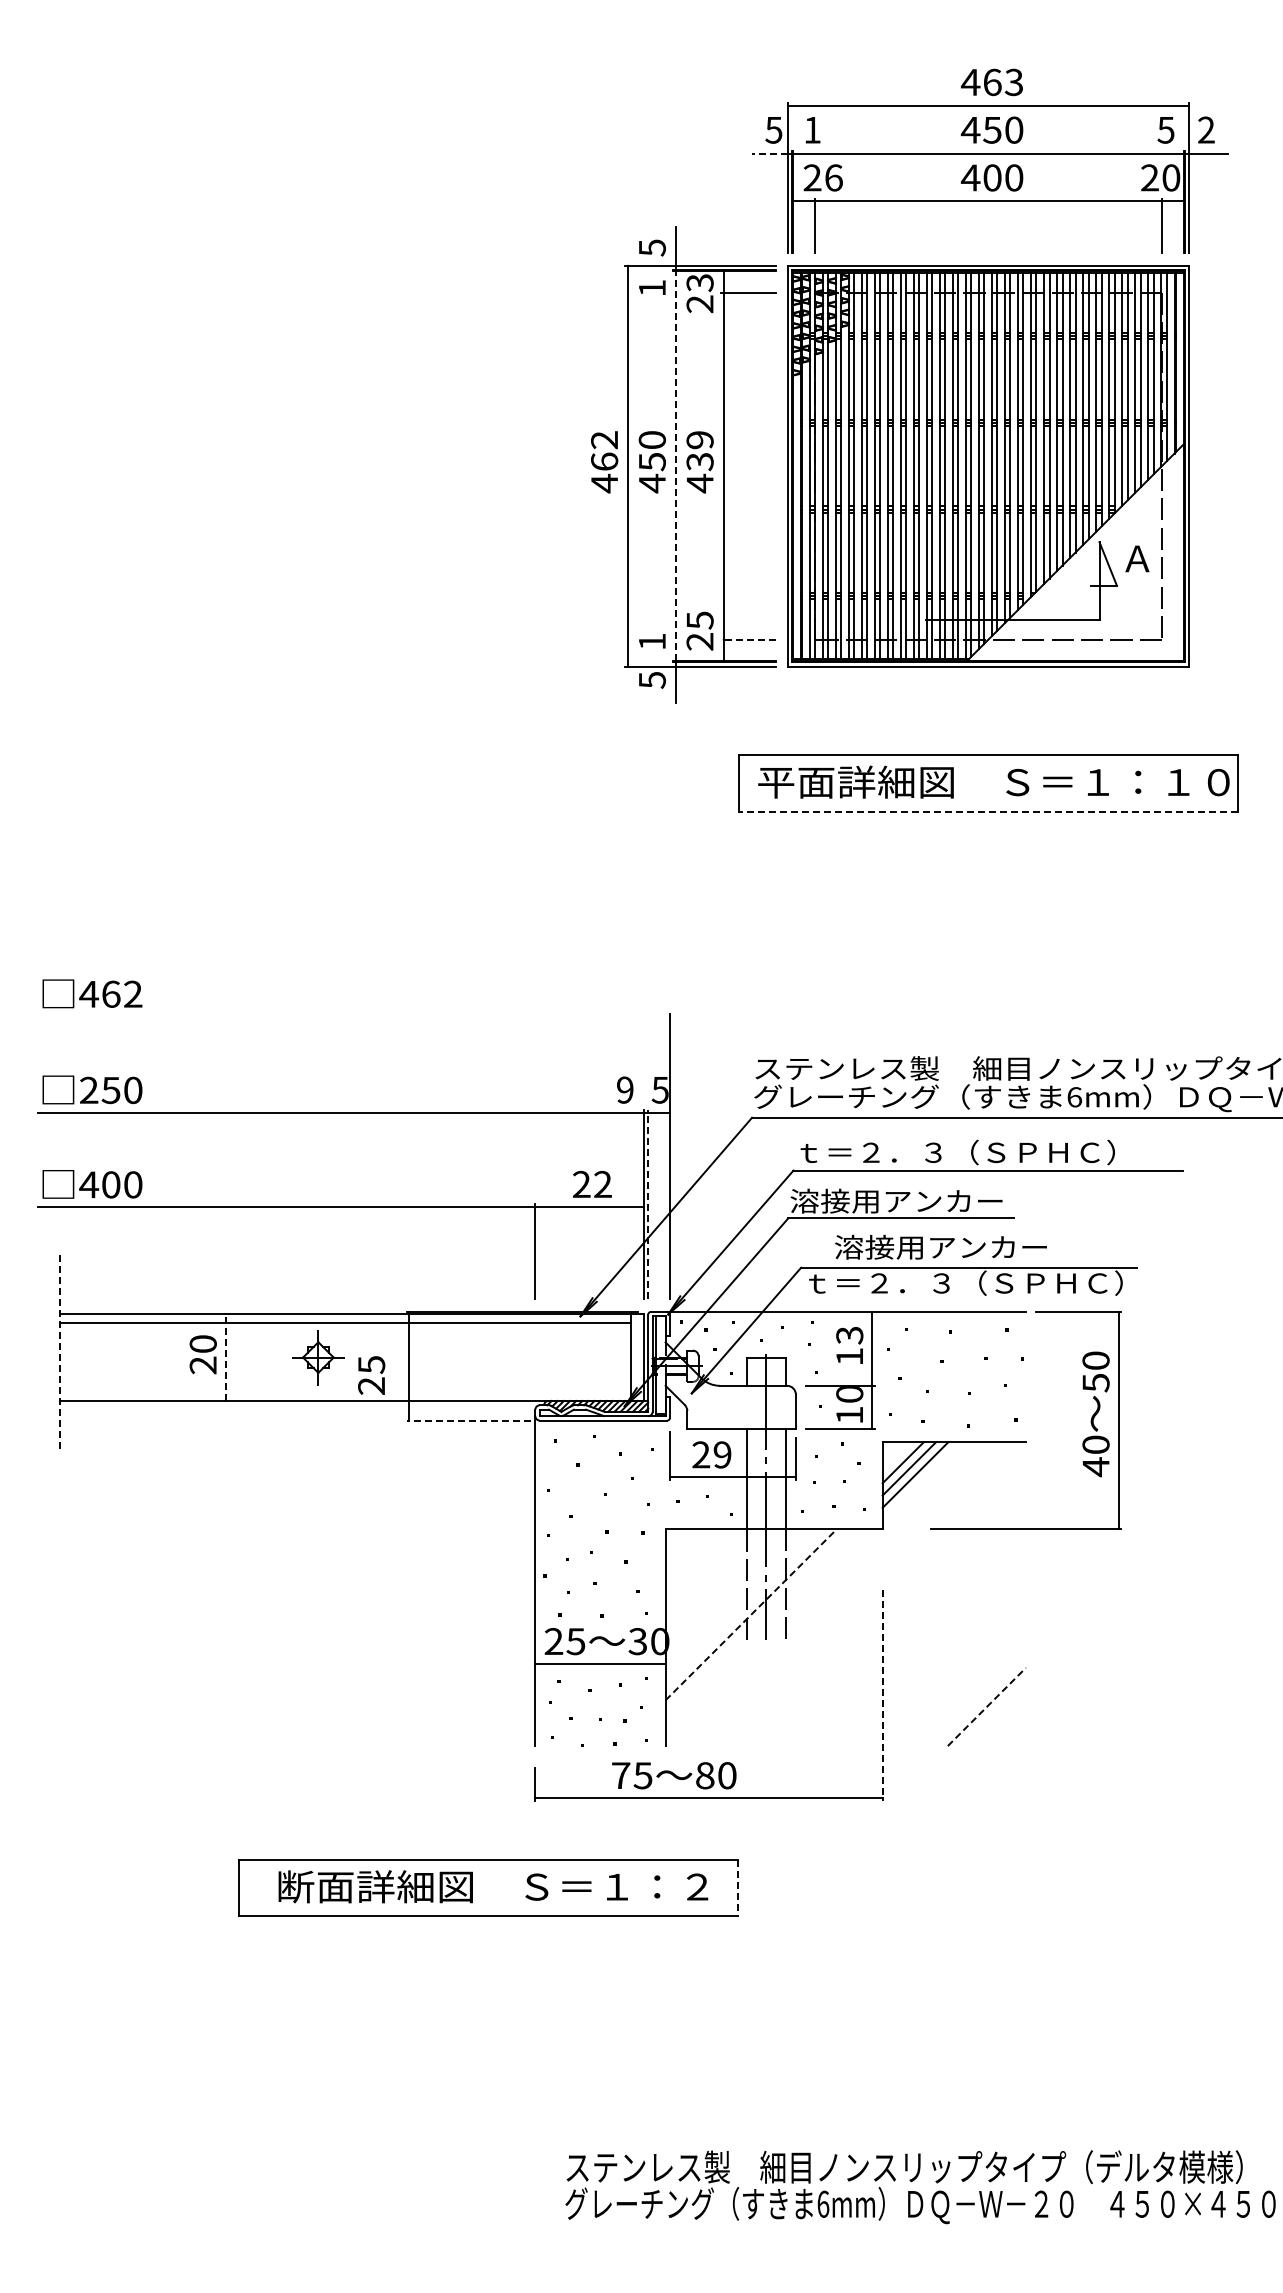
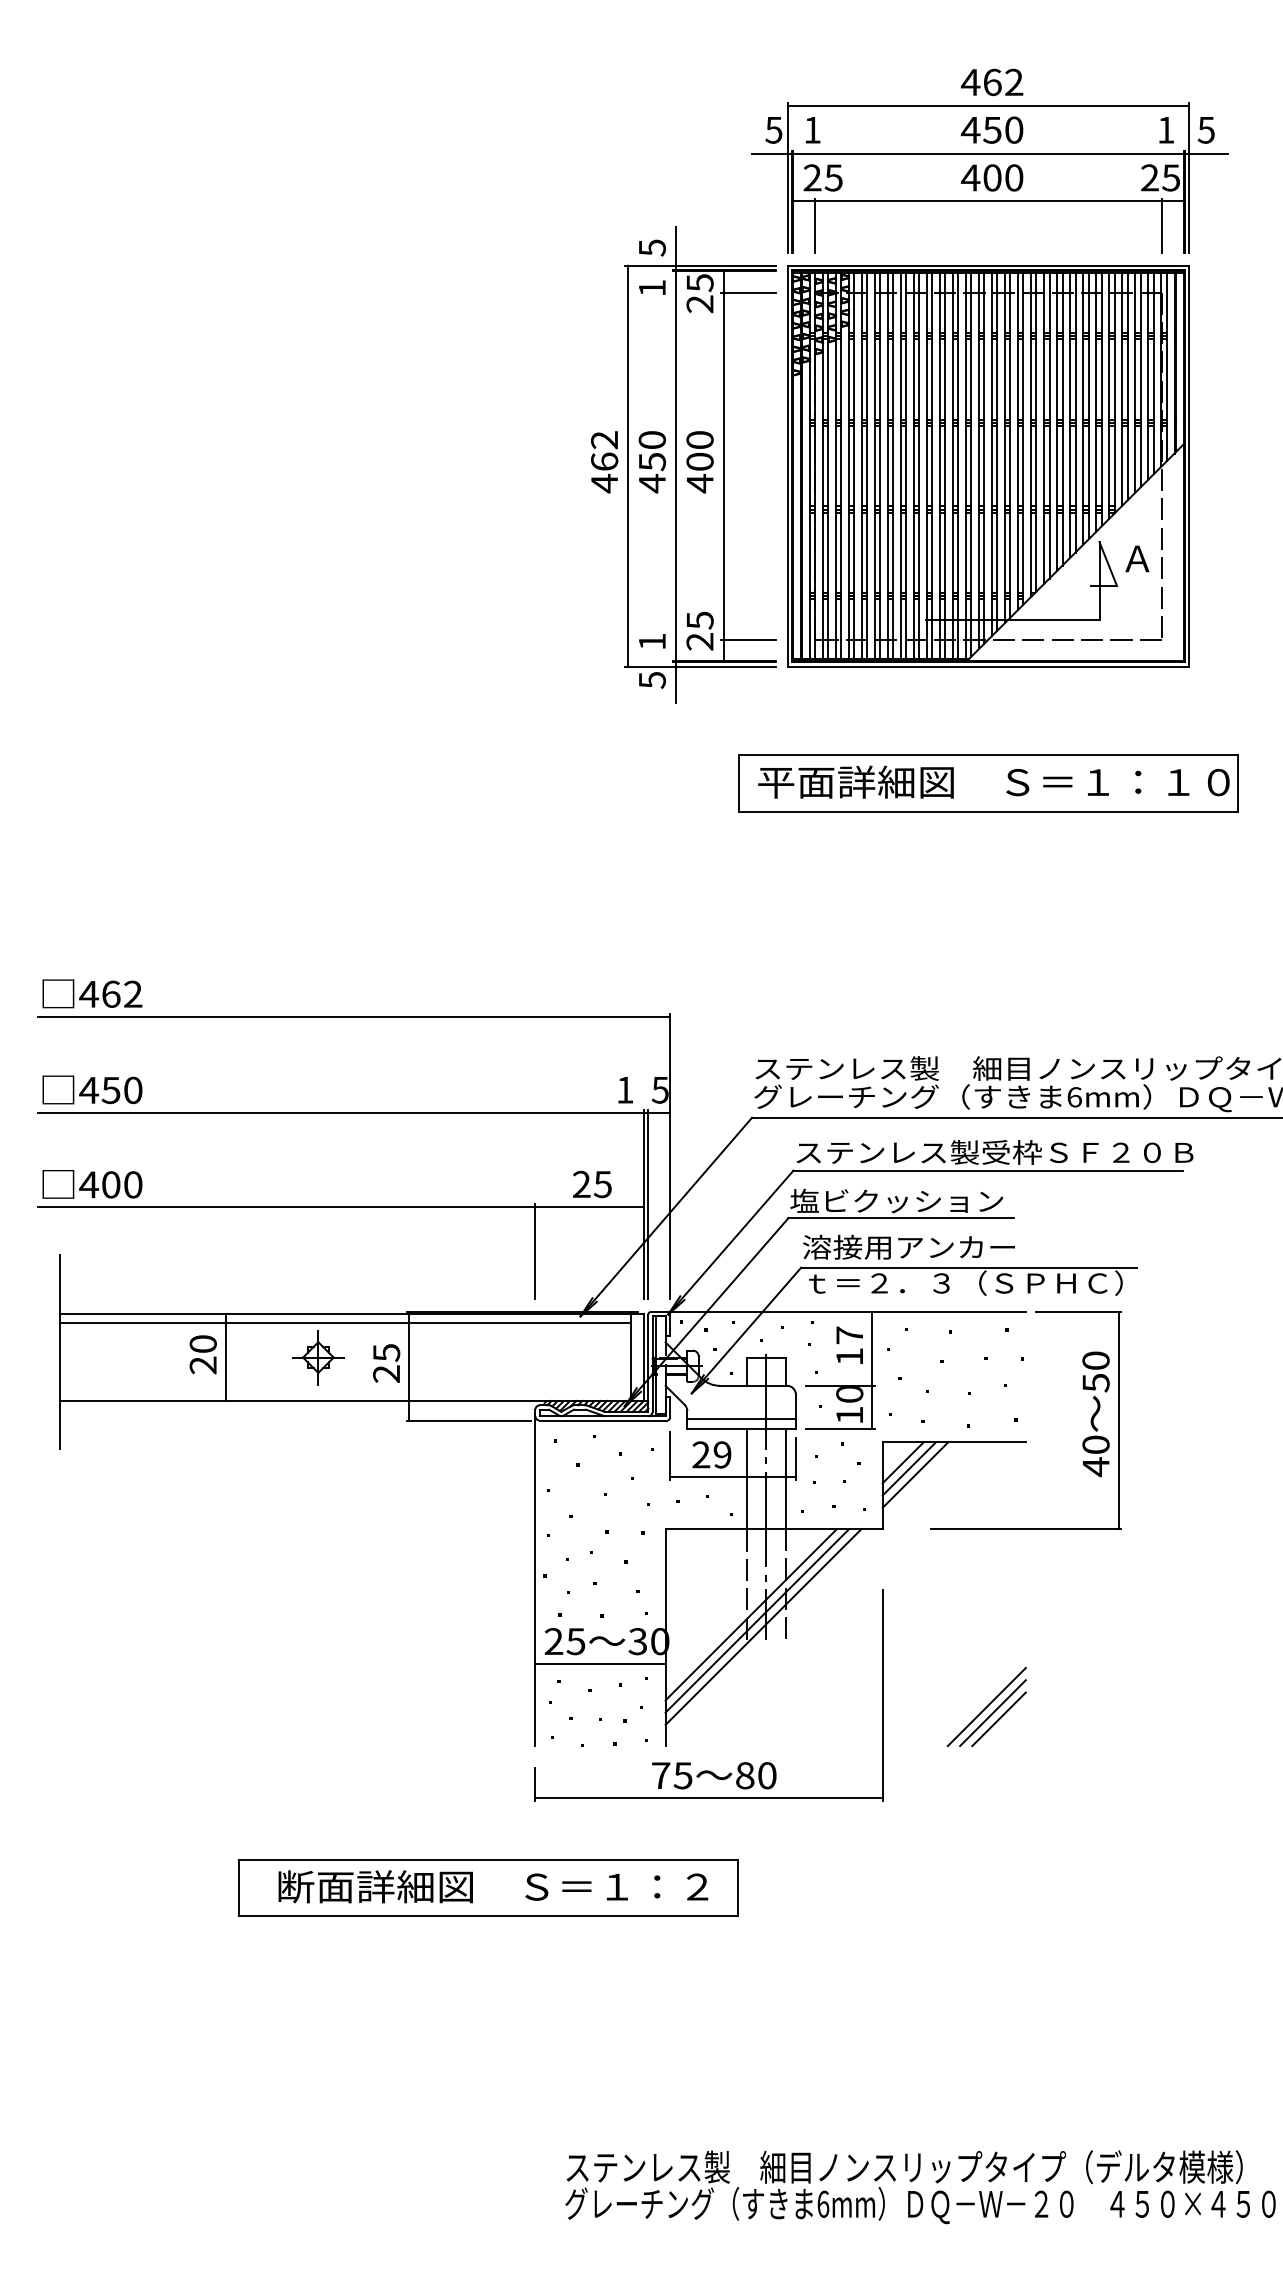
text at (1013, 82): 463 -> 462
text at (1205, 129): 2 -> 5
text at (1165, 130): 5 -> 1
line at (769, 153): dashed -> solid
text at (833, 177): 26 -> 25
text at (1171, 177): 20 -> 25
text at (699, 282): 23 -> 25
text at (699, 451): 439 -> 400
line at (675, 465): dashed -> solid
line at (747, 639): dashed -> solid
line at (988, 811): dashed -> solid
line at (353, 1016): none -> present
text at (88, 1089): 250 -> 450
text at (625, 1089): 9 -> 1
text at (994, 1152): ｔ＝２．３（ＳＰＨＣ） -> ステンレス製受枠ＳＦ２０Ｂ
text at (602, 1184): 22 -> 25
text at (896, 1200): 溶接用アンカー -> 塩ビクッション
line at (648, 1203): dashed -> solid
text at (940, 1246) position: (940, 1246) -> (908, 1246)
text at (849, 1335): 13 -> 17
line at (60, 1351): dashed -> solid
line at (225, 1357): dashed -> solid
text at (371, 1375) position: (371, 1375) -> (386, 1363)
line at (741, 1419): none -> present
line at (468, 1420): dashed -> solid
line at (751, 1614): dashed -> solid
line at (757, 1620): none -> present
line at (763, 1626): none -> present
line at (882, 1695): dashed -> solid
line at (987, 1706): dashed -> solid
line at (992, 1713): none -> present
line at (998, 1719): none -> present
text at (674, 1775) position: (674, 1775) -> (714, 1775)
line at (737, 1888): dashed -> solid
